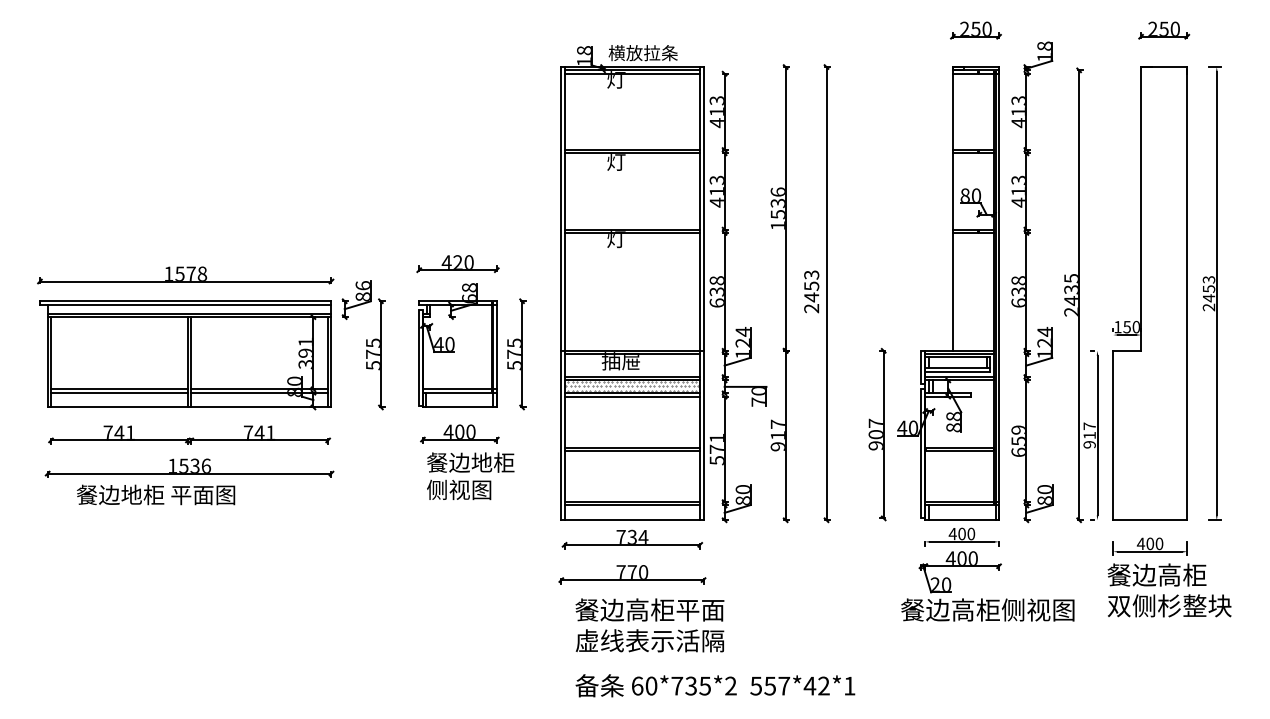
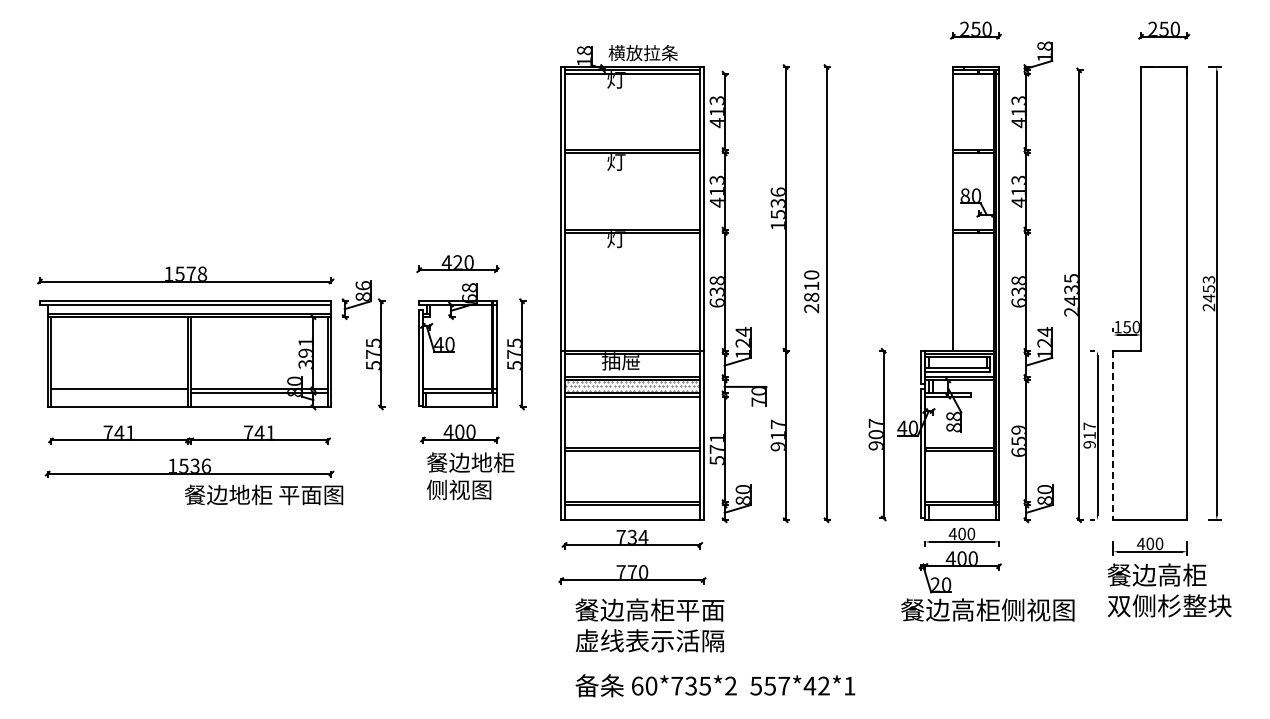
text at (811, 286): 2453 -> 2810
line at (119, 392): present -> none
line at (1113, 435): solid -> dashed
text at (156, 494) position: (156, 494) -> (264, 494)
